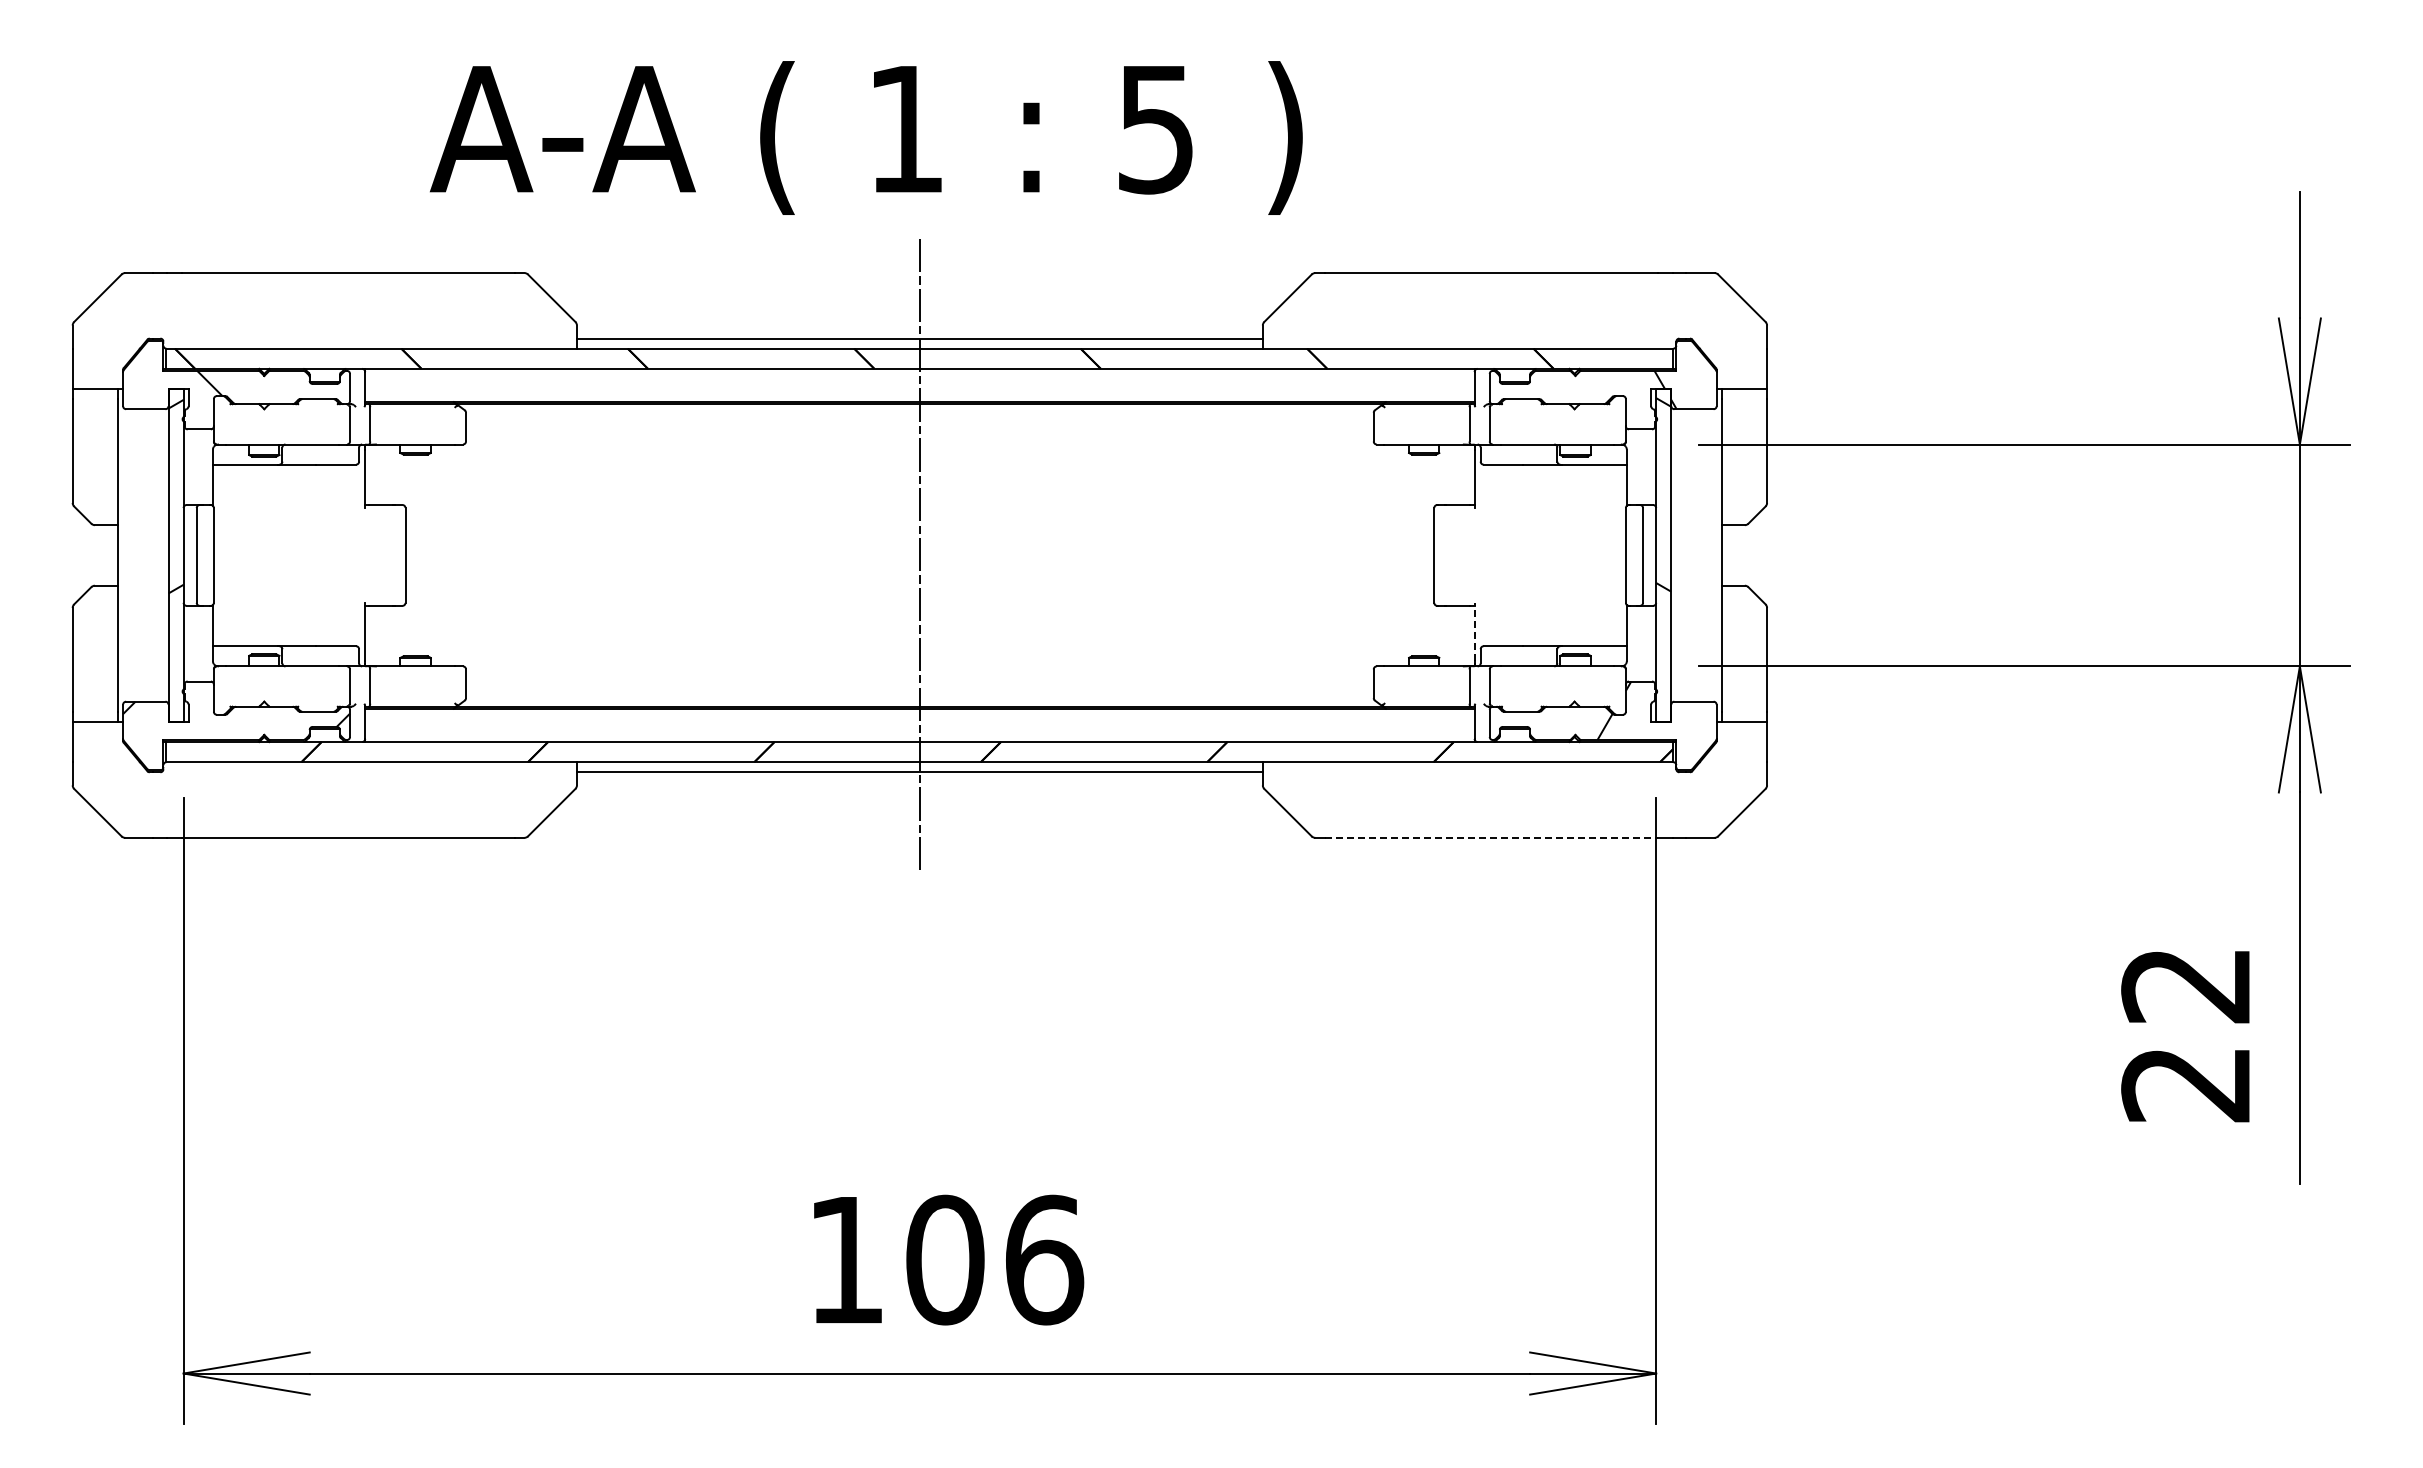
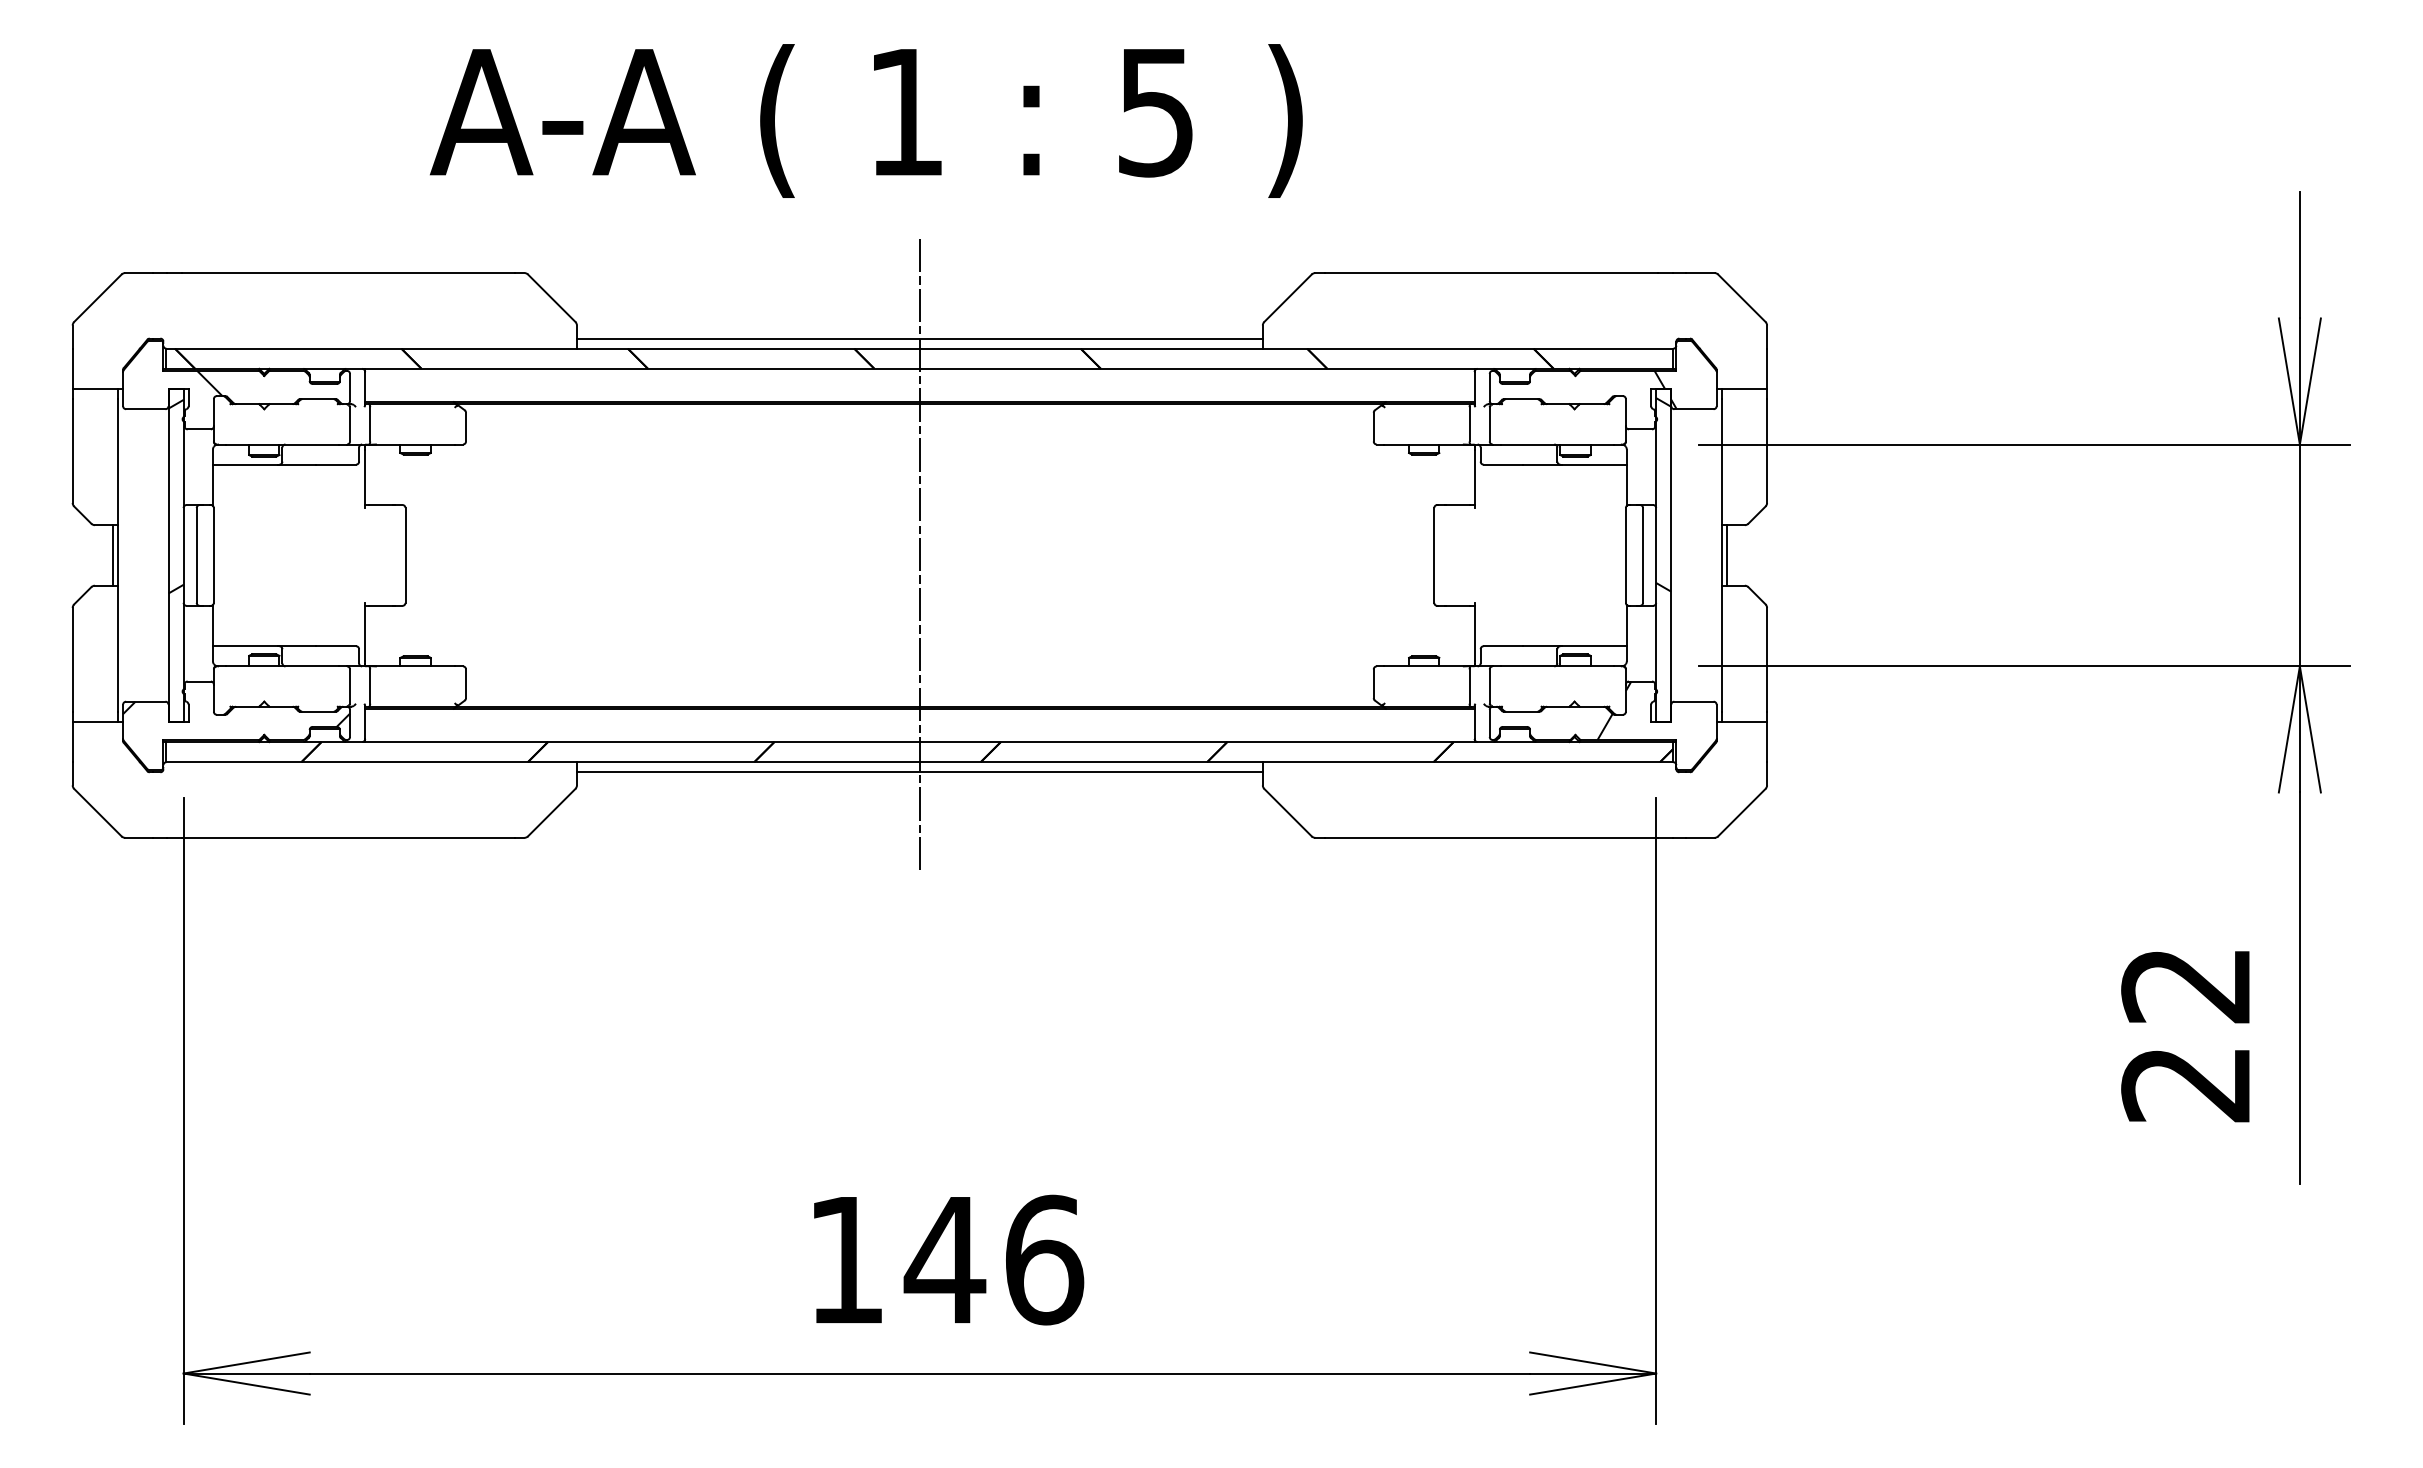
text at (866, 137) position: (866, 137) -> (866, 120)
line at (113, 555): none -> present
line at (1726, 555): none -> present
line at (1474, 631): dashed -> solid
line at (1492, 837): dashed -> solid
text at (944, 1259): 106 -> 146
